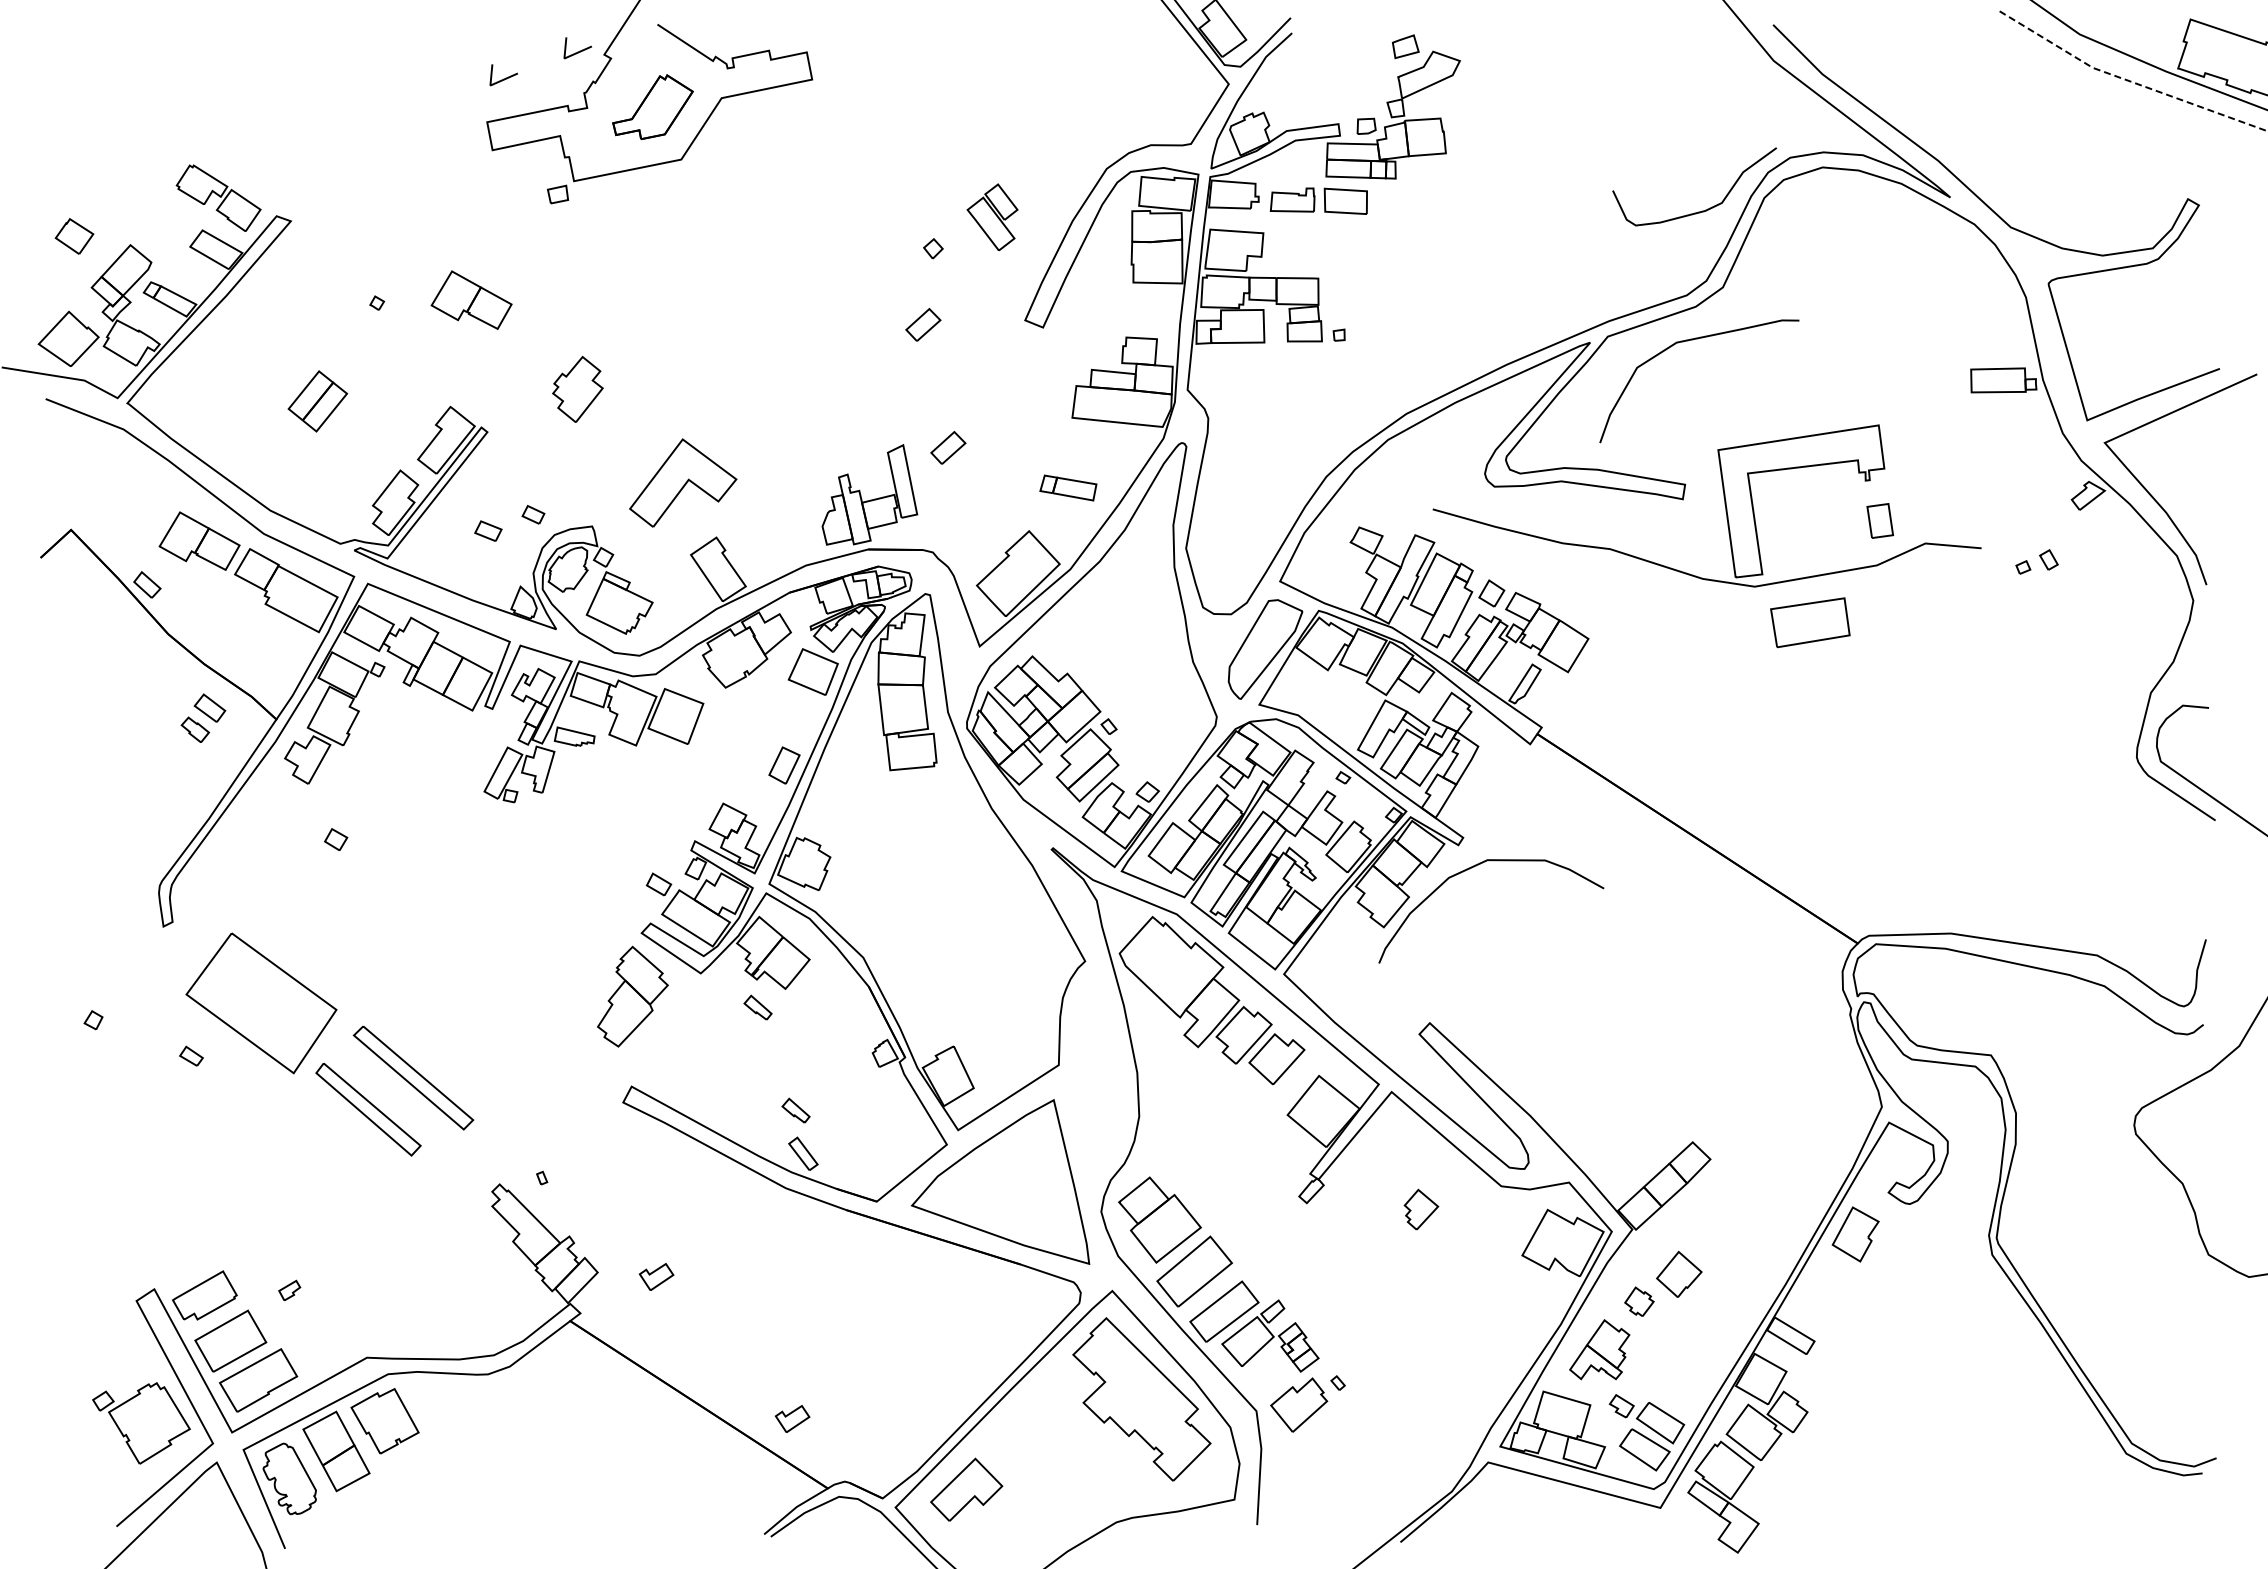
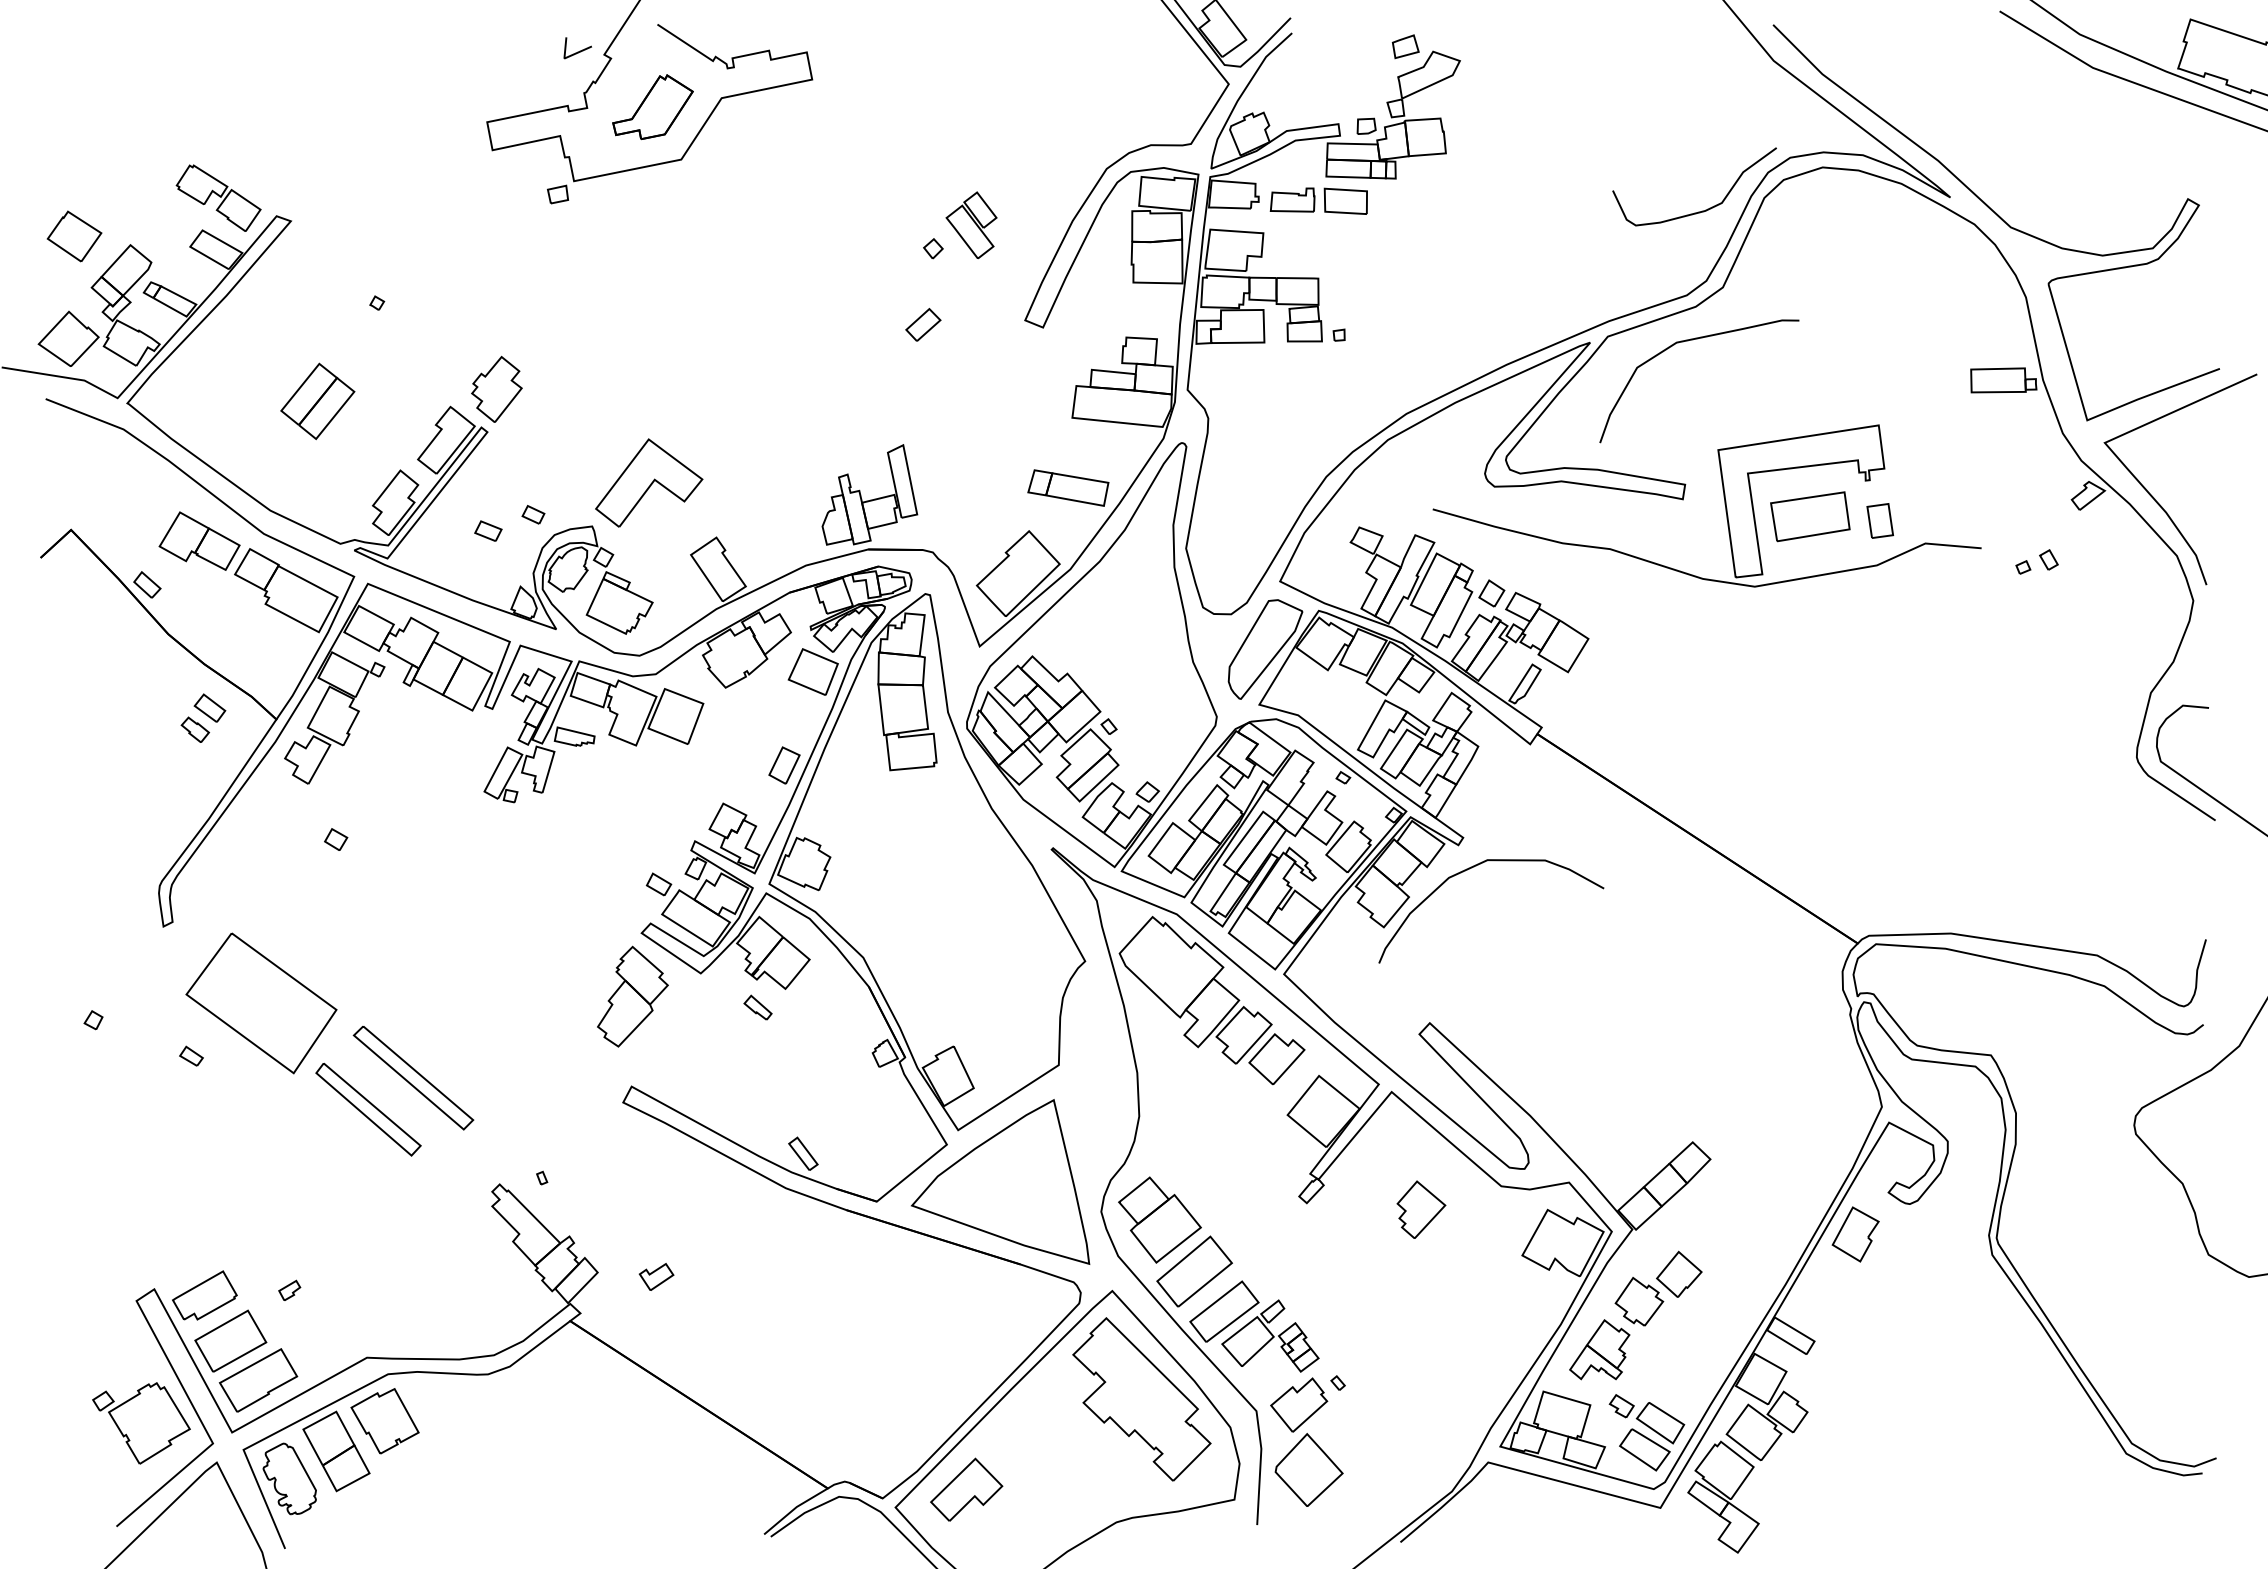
line at (505, 77): present -> none
line at (2128, 80): dashed -> solid
part at (992, 217) position: (992, 217) -> (971, 225)
part at (74, 236) size: 41x37 px -> 57x53 px
part at (471, 299): present -> none
part at (577, 388) position: (577, 388) -> (496, 388)
part at (317, 401) size: 62x63 px -> 76x79 px
part at (948, 447): present -> none
part at (683, 482) position: (683, 482) -> (649, 482)
part at (1068, 487) size: 59x28 px -> 83x38 px
part at (1810, 622) position: (1810, 622) -> (1810, 516)
part at (795, 1110): present -> none
part at (1421, 1209) size: 37x43 px -> 51x59 px
part at (1639, 1301) size: 31x31 px -> 51x50 px
part at (792, 1418): present -> none
part at (1308, 1469): none -> present
